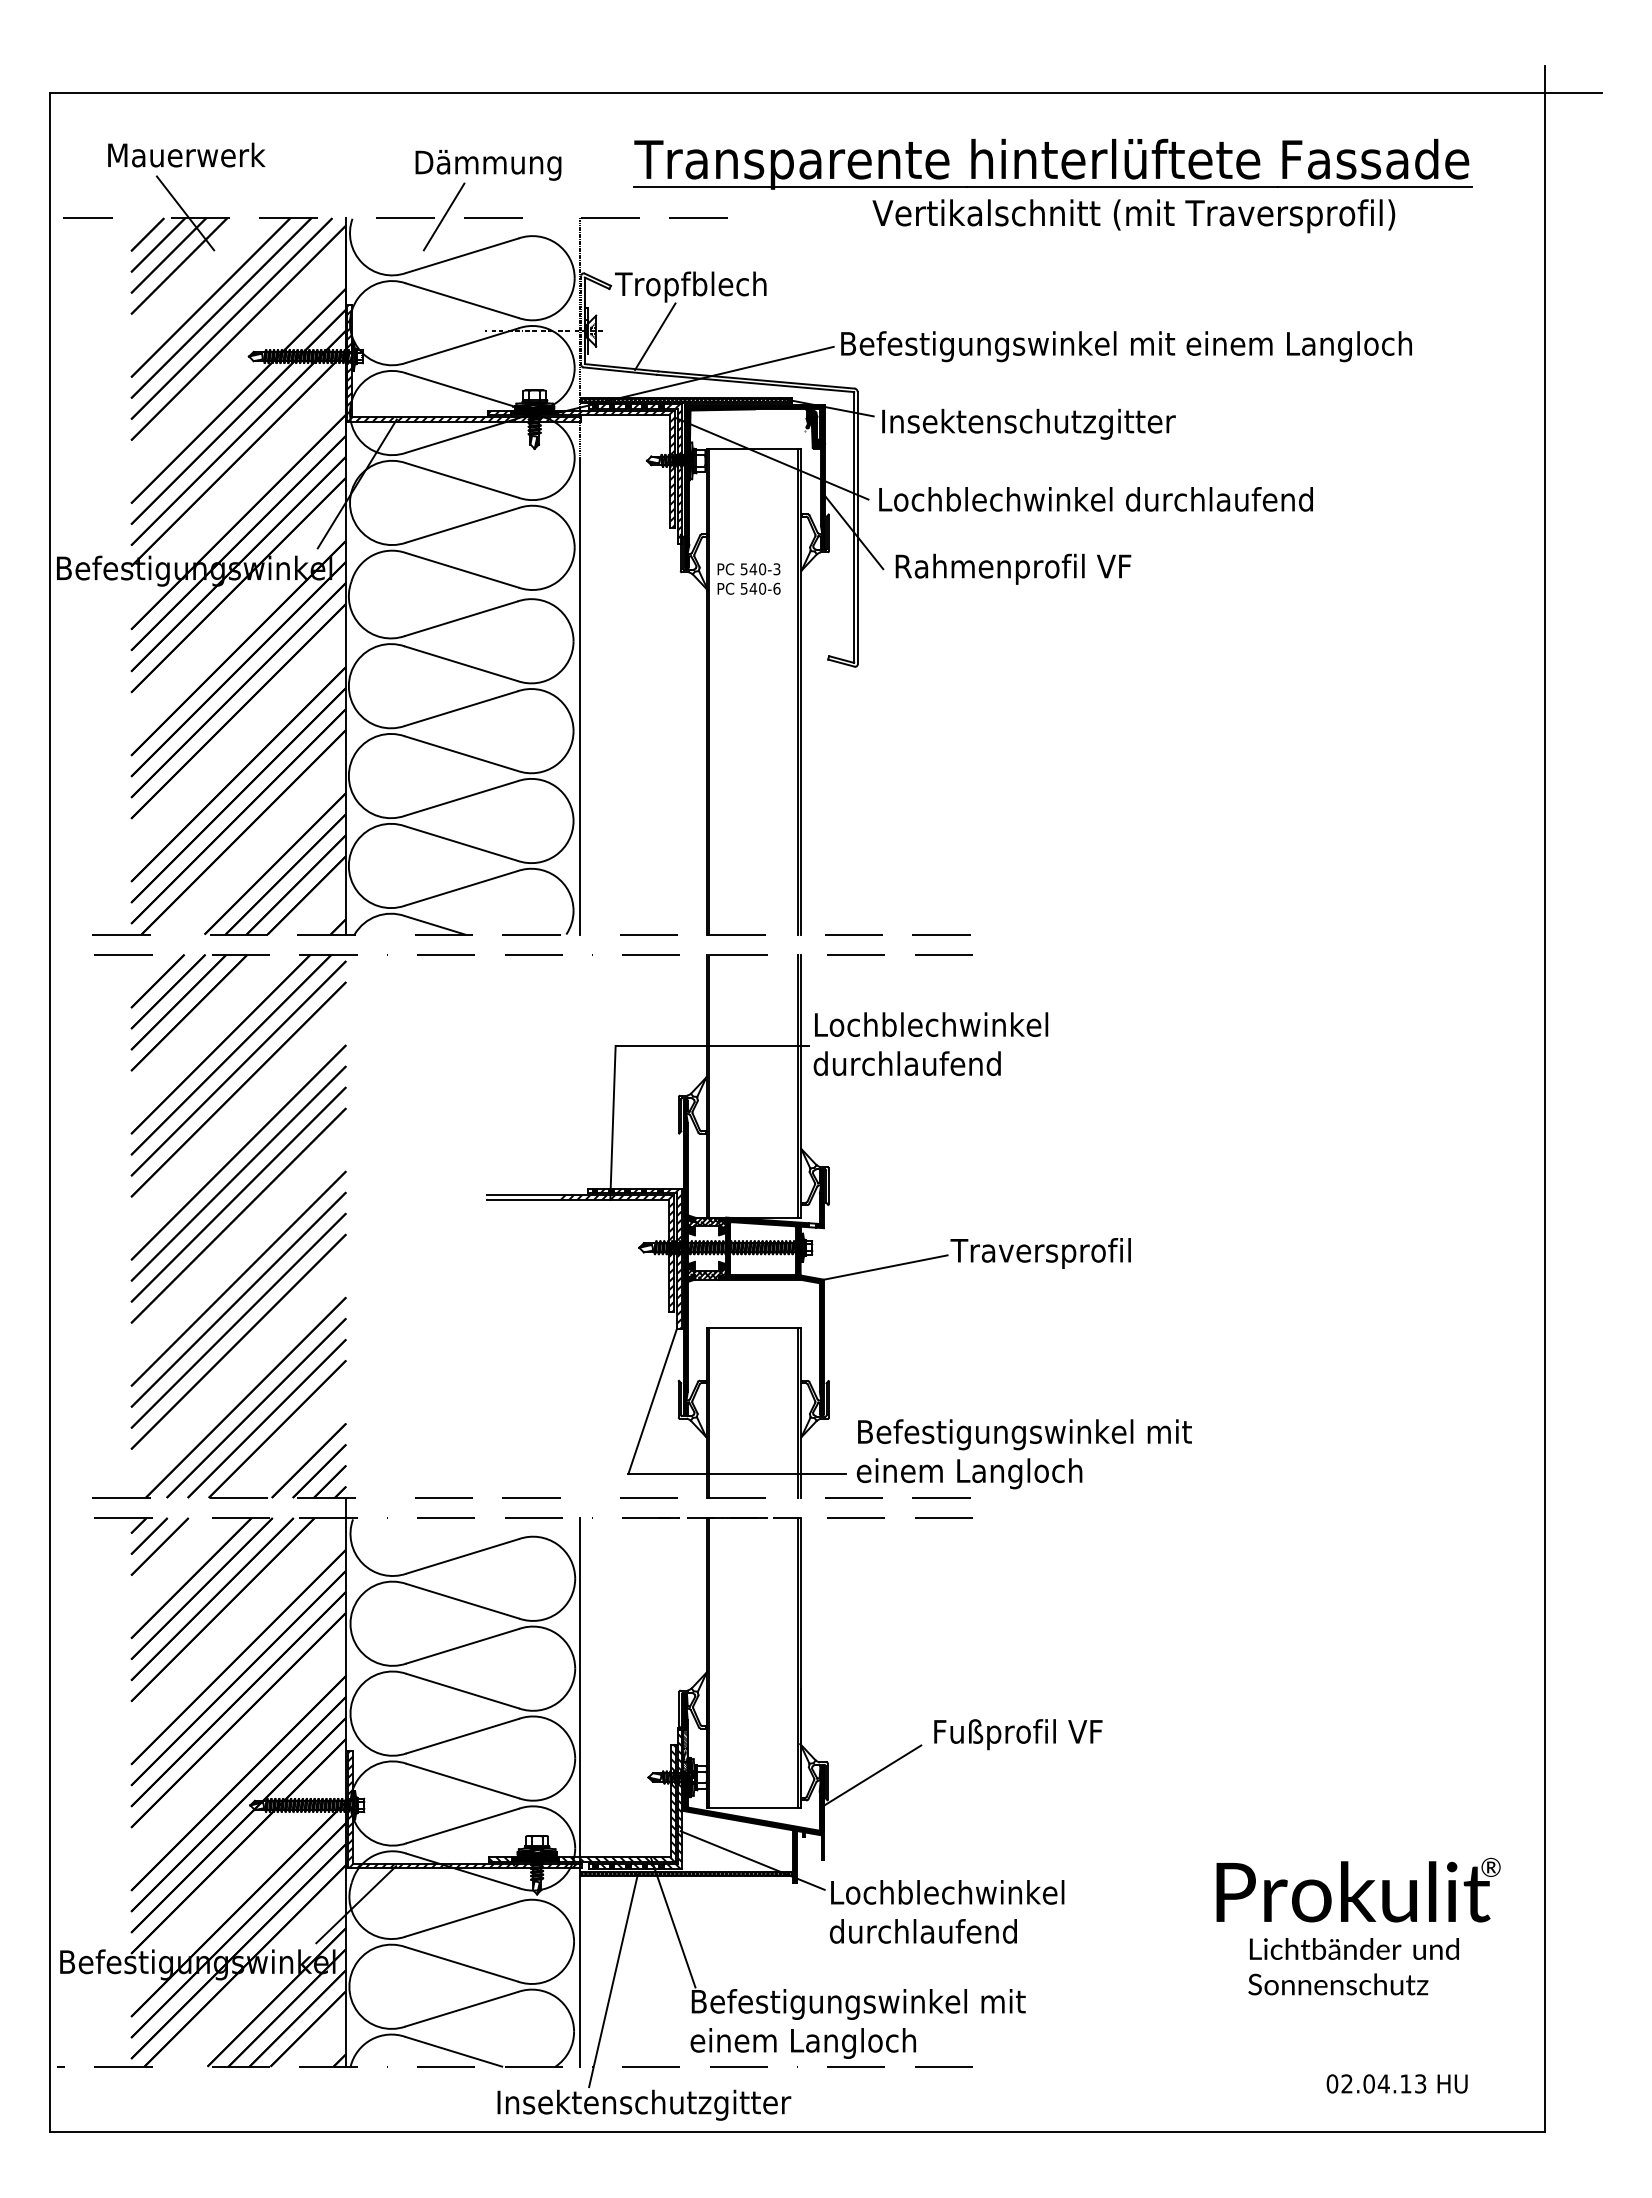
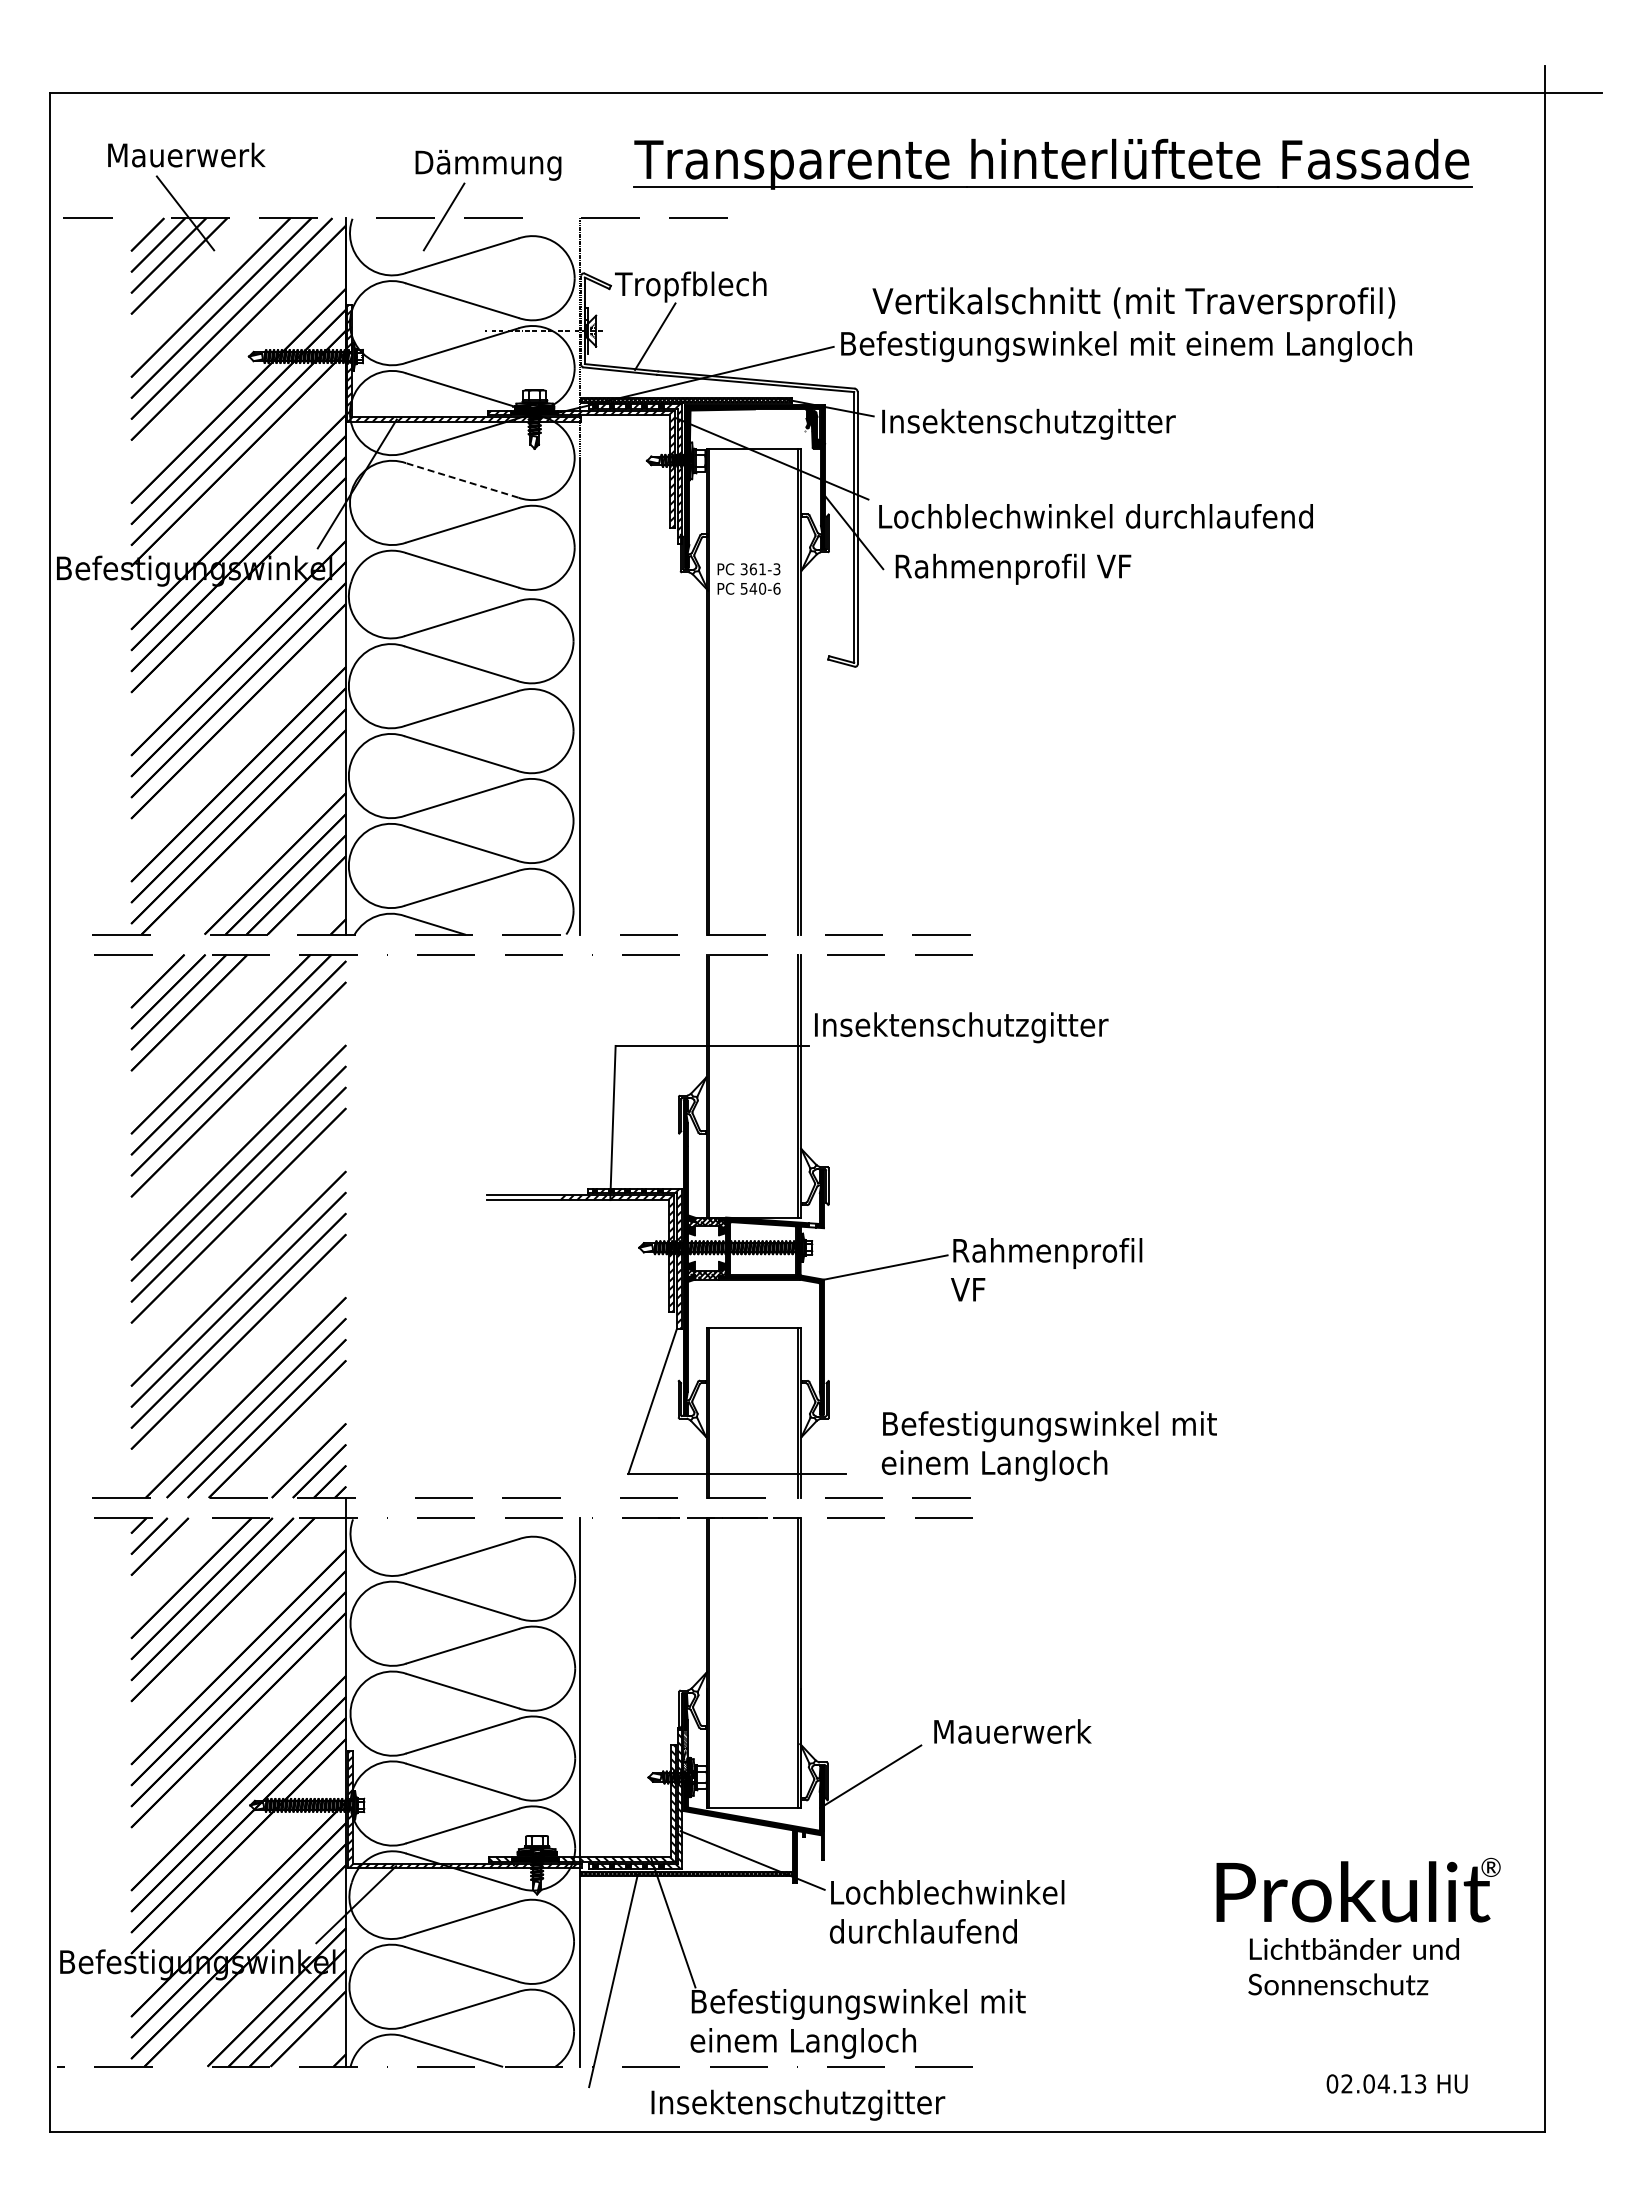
text at (1133, 216) position: (1133, 216) -> (1133, 304)
line at (462, 480): solid -> dashed
text at (1095, 499) position: (1095, 499) -> (1095, 516)
text at (753, 569): 540-3 -> 361-3
text at (960, 1044): Lochblechwinkel durchlaufend -> Insektenschutzgitter
text at (1046, 1269): Traversprofil -> Rahmenprofil VF
text at (1023, 1454) position: (1023, 1454) -> (1048, 1446)
text at (1019, 1734): Fußprofil VF -> Mauerwerk
text at (644, 2104) position: (644, 2104) -> (798, 2104)
